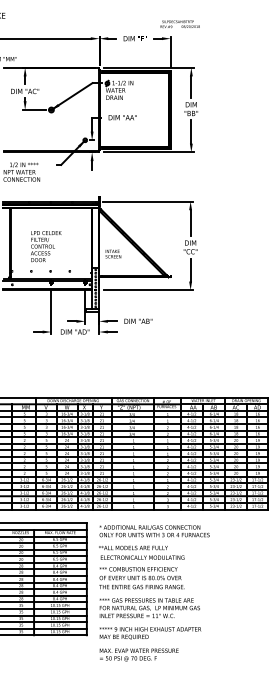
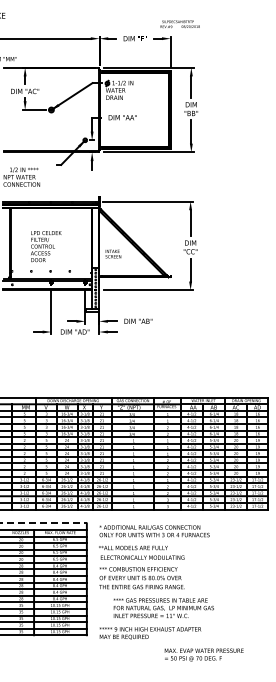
text at (21, 171) position: (21, 171) -> (21, 176)
line at (44, 523): solid -> dashed
text at (149, 608) position: (149, 608) -> (163, 608)
text at (138, 654) position: (138, 654) -> (203, 654)
